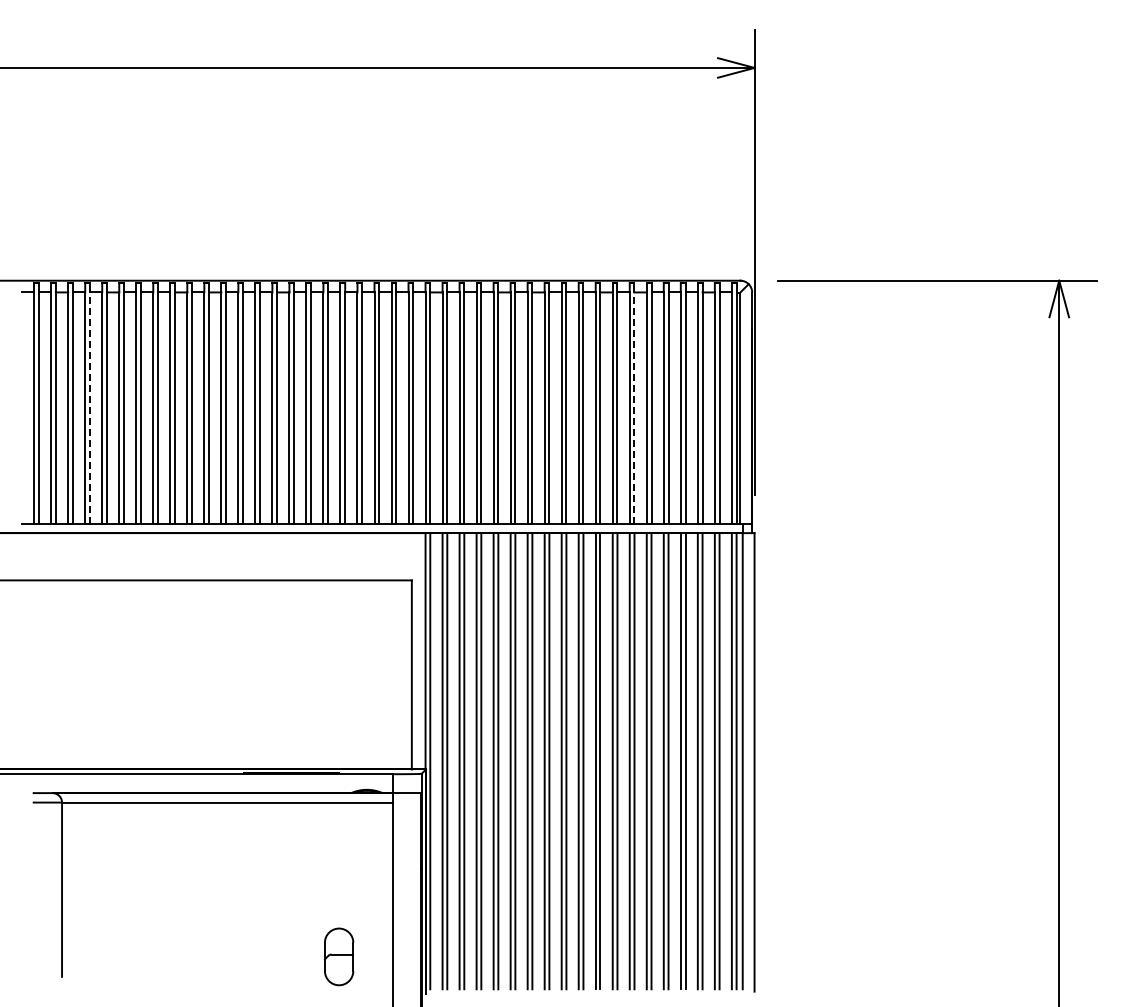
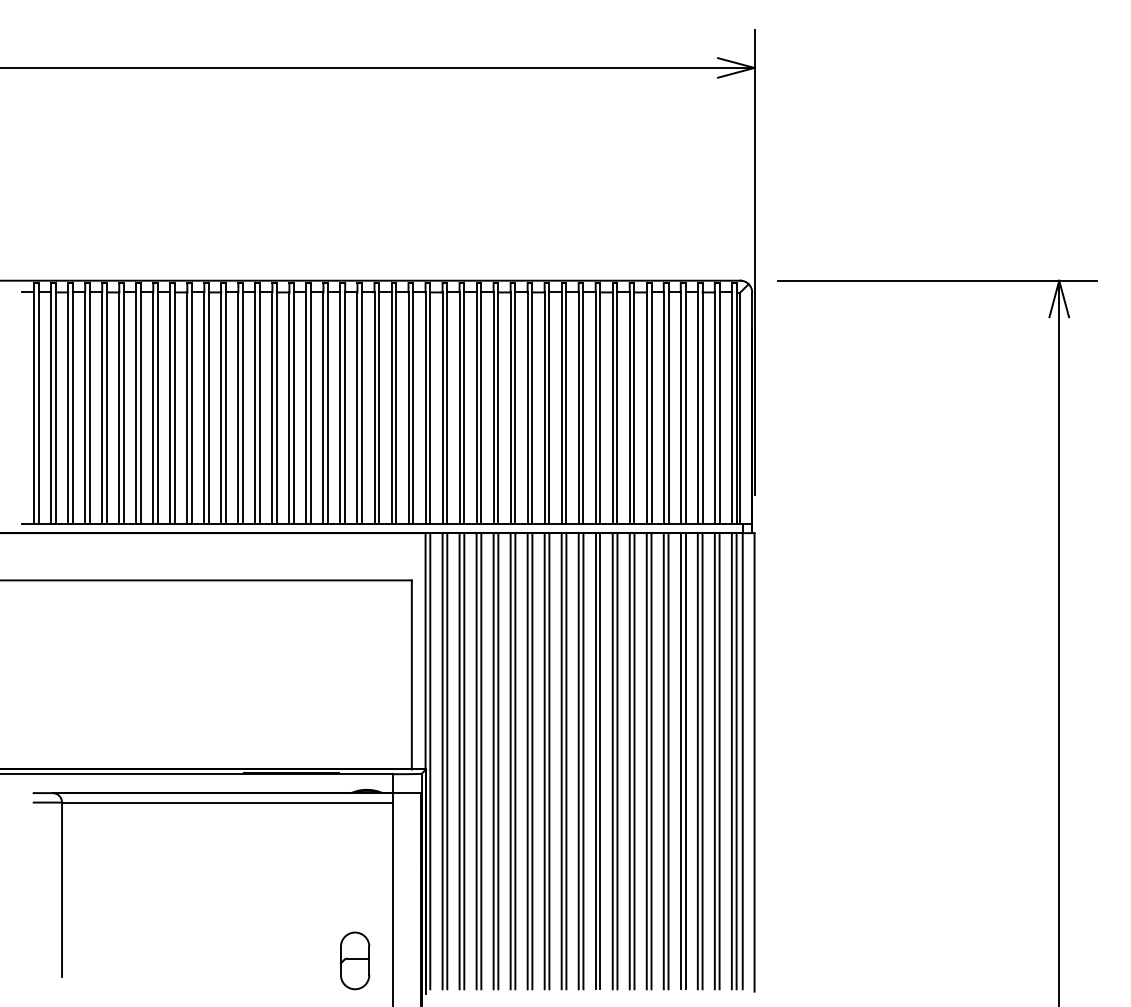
line at (89, 408): dashed -> solid
line at (634, 408): dashed -> solid
part at (338, 956) position: (338, 956) -> (354, 960)
